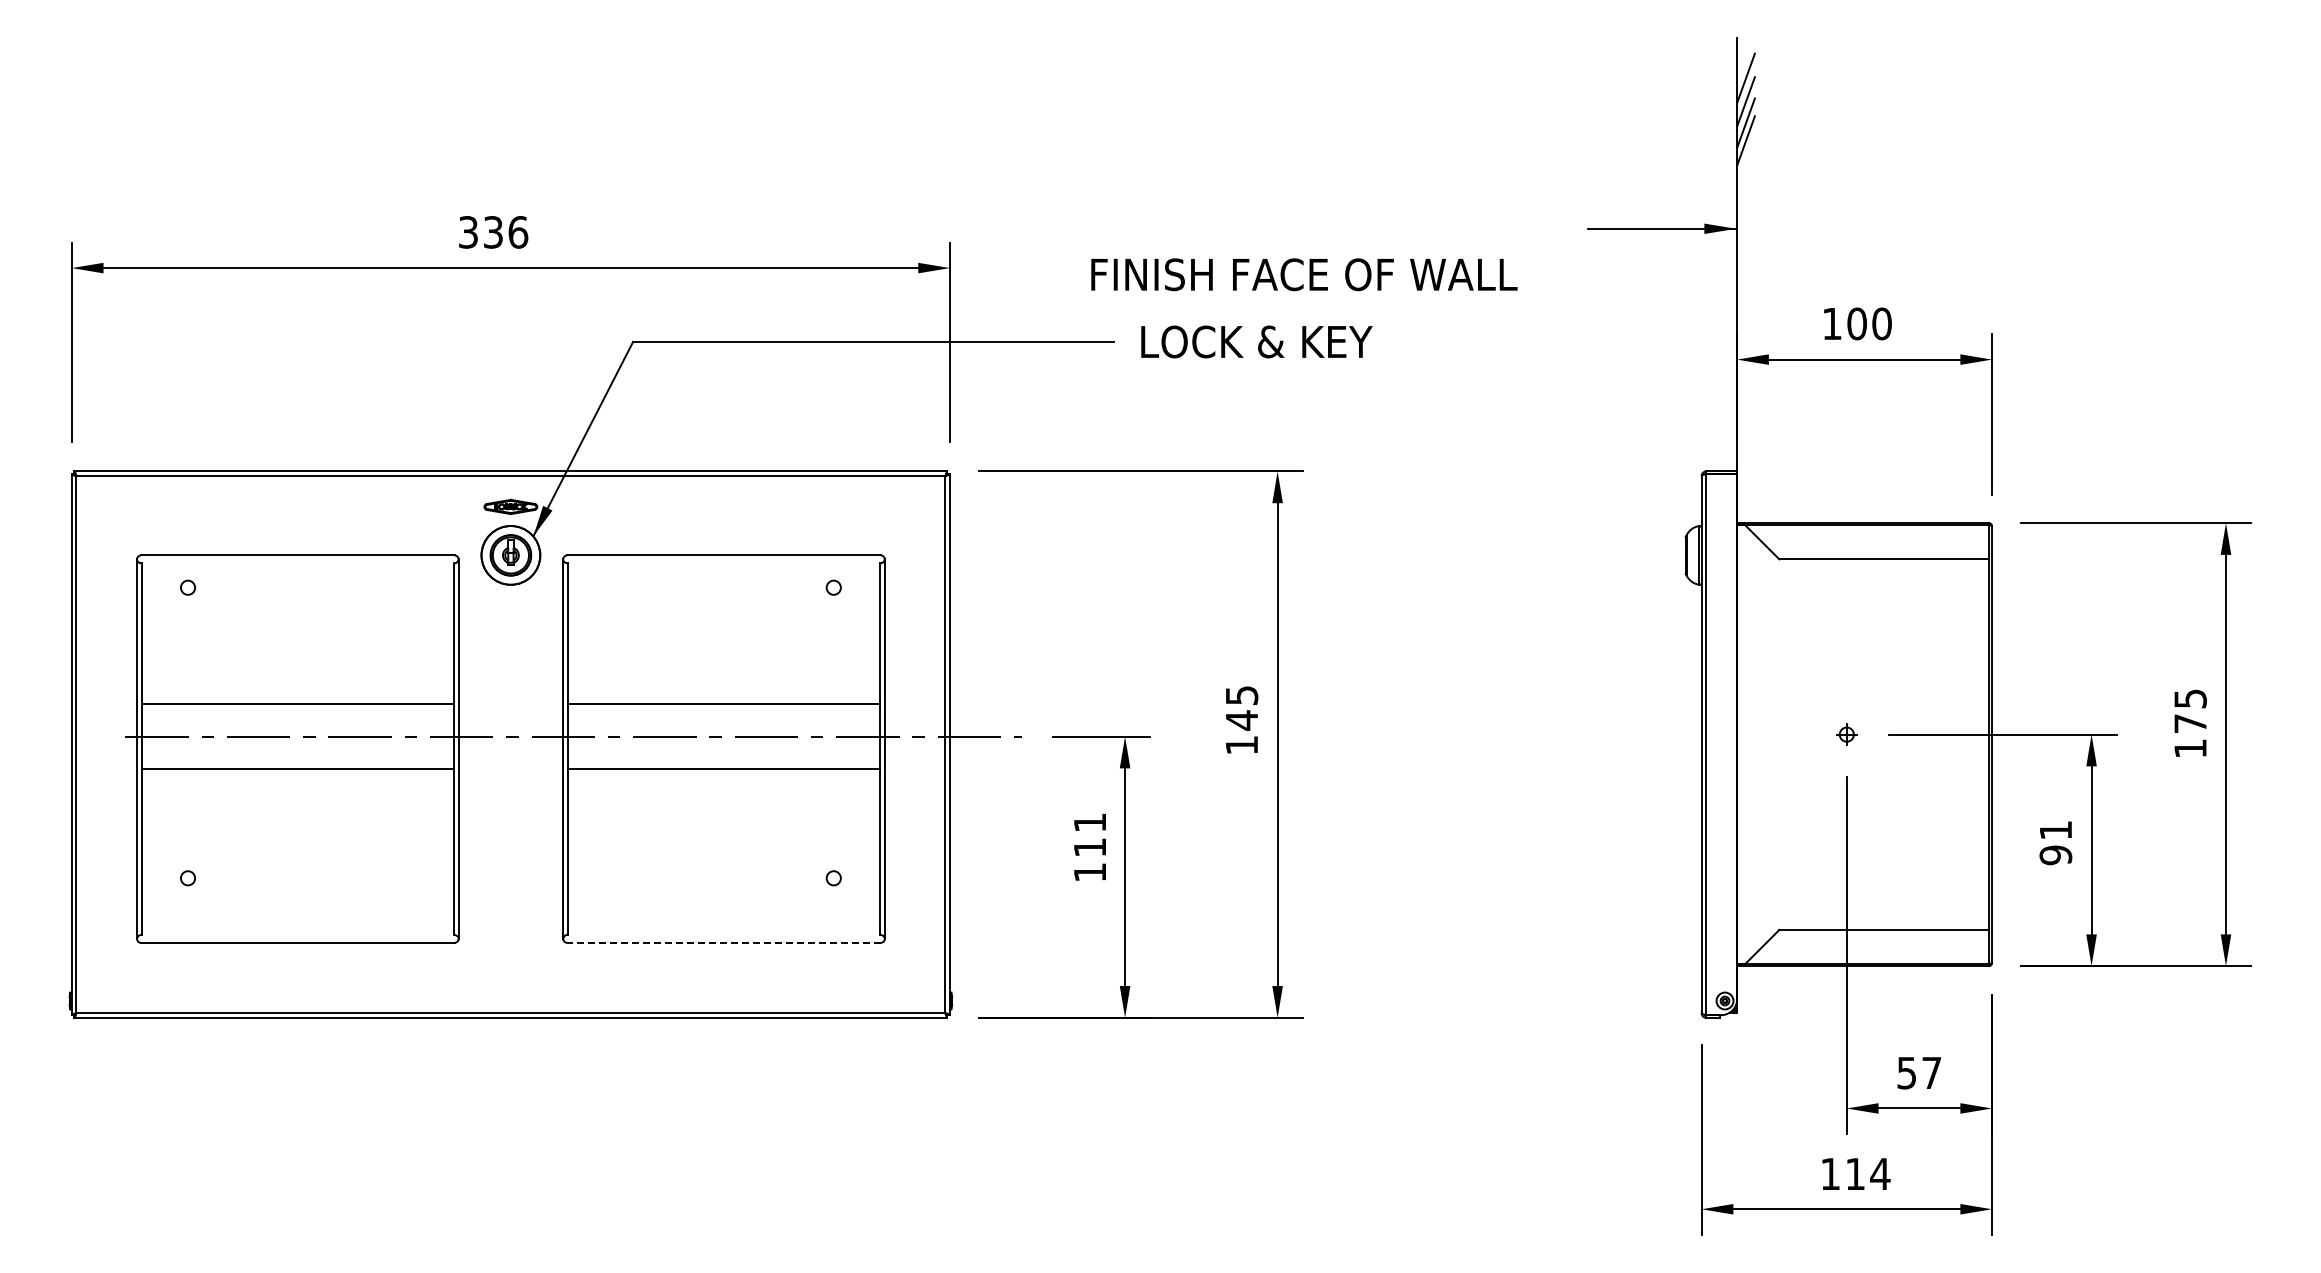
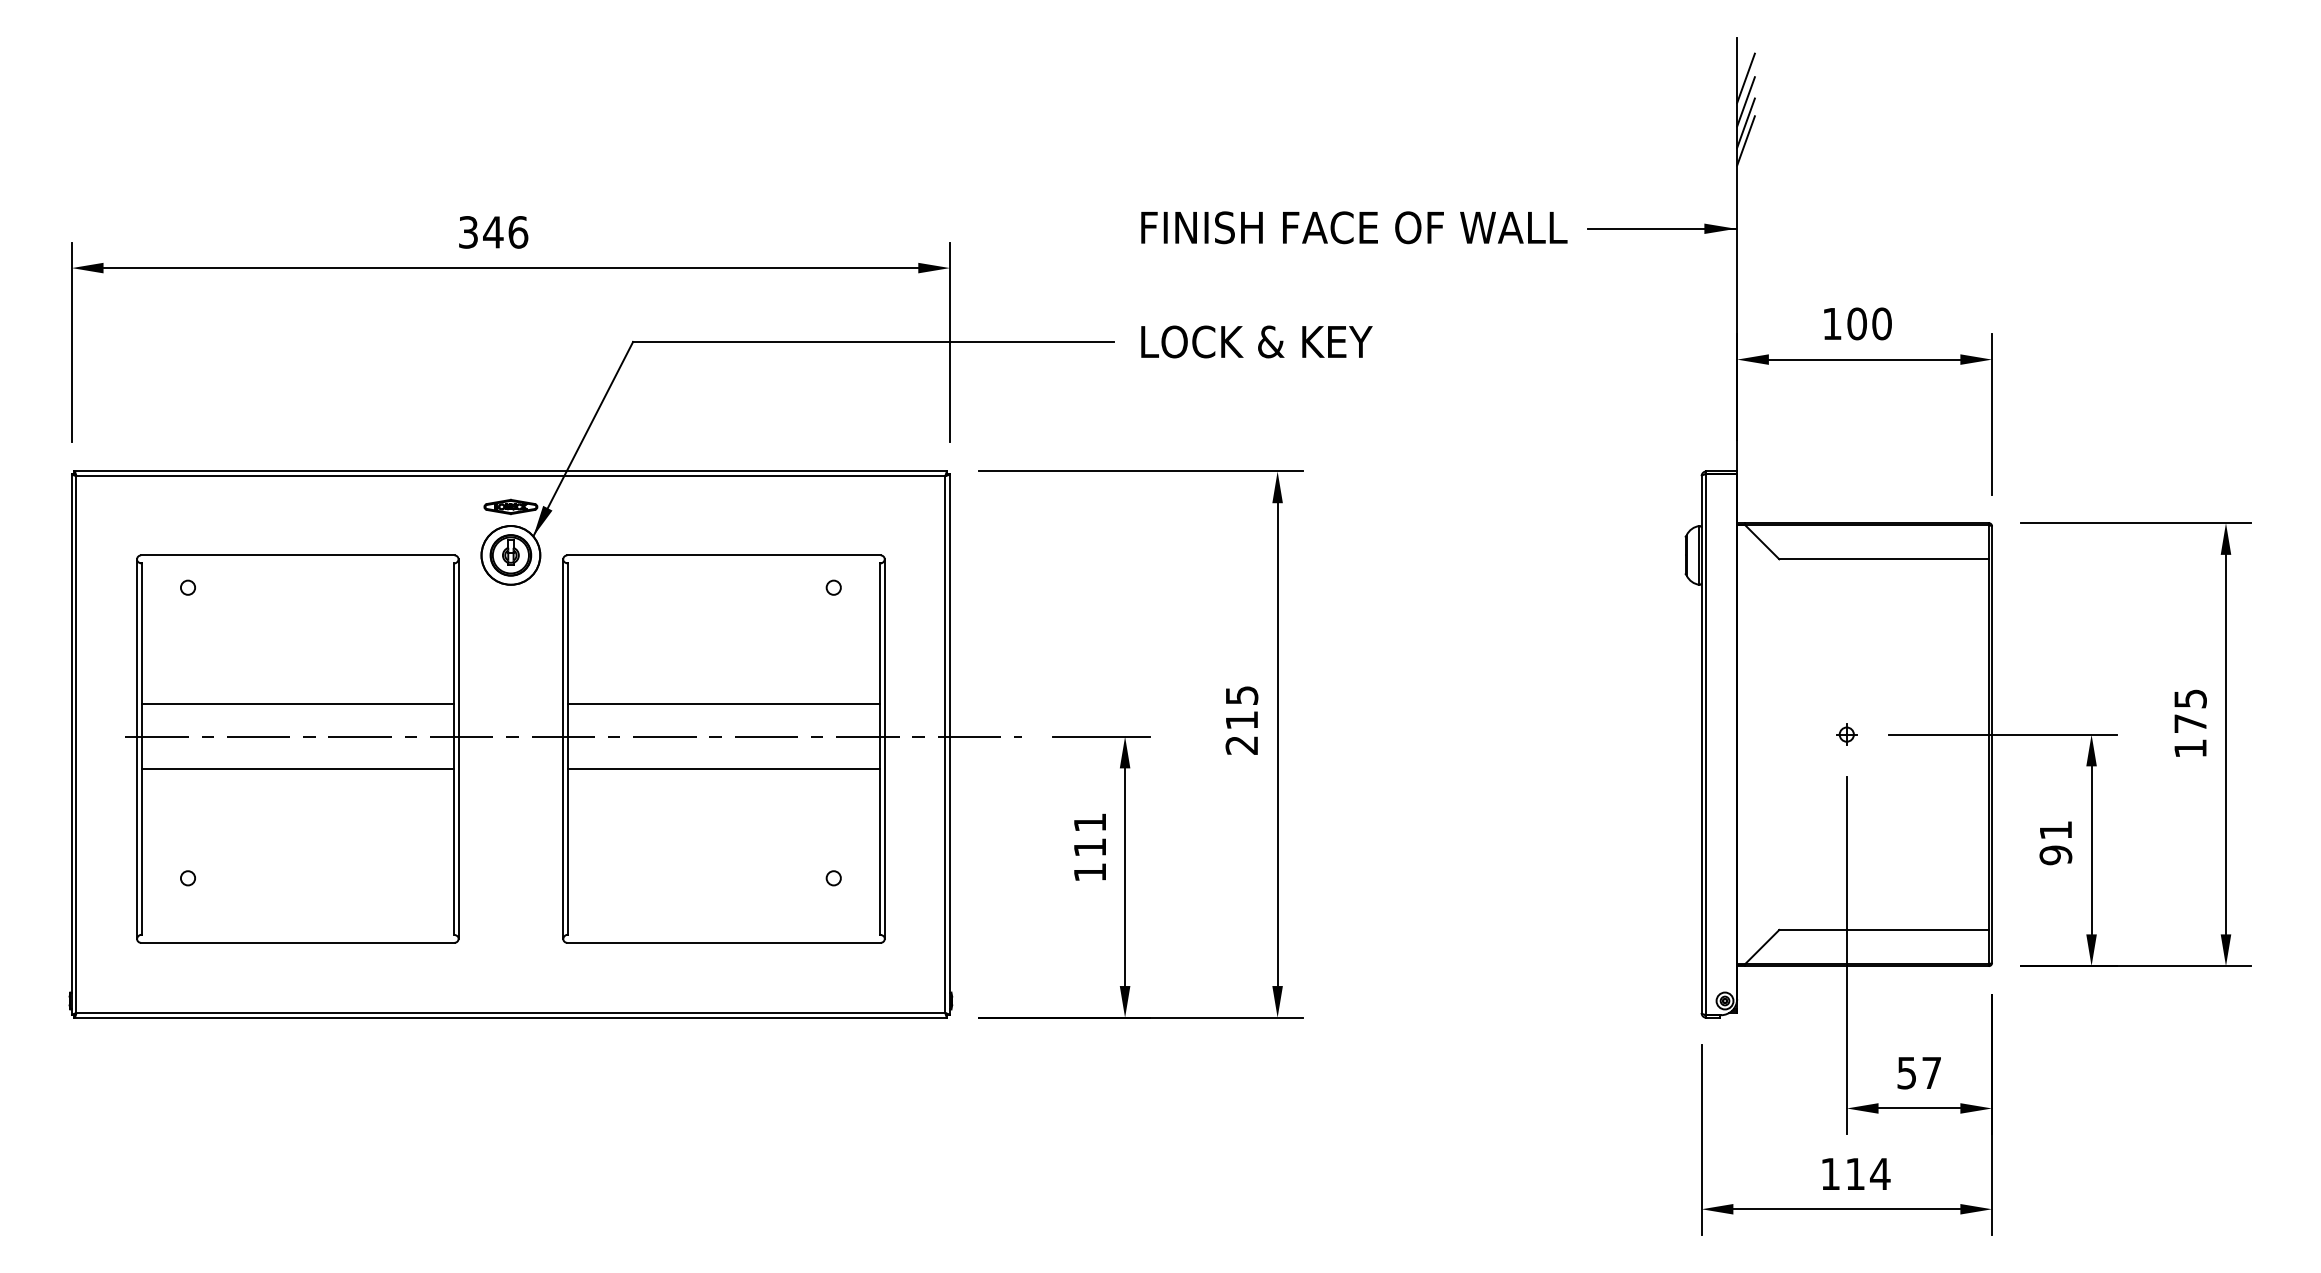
text at (493, 232): 336 -> 346
text at (1304, 274) position: (1304, 274) -> (1354, 227)
text at (1241, 732): 145 -> 215
line at (724, 942): dashed -> solid
